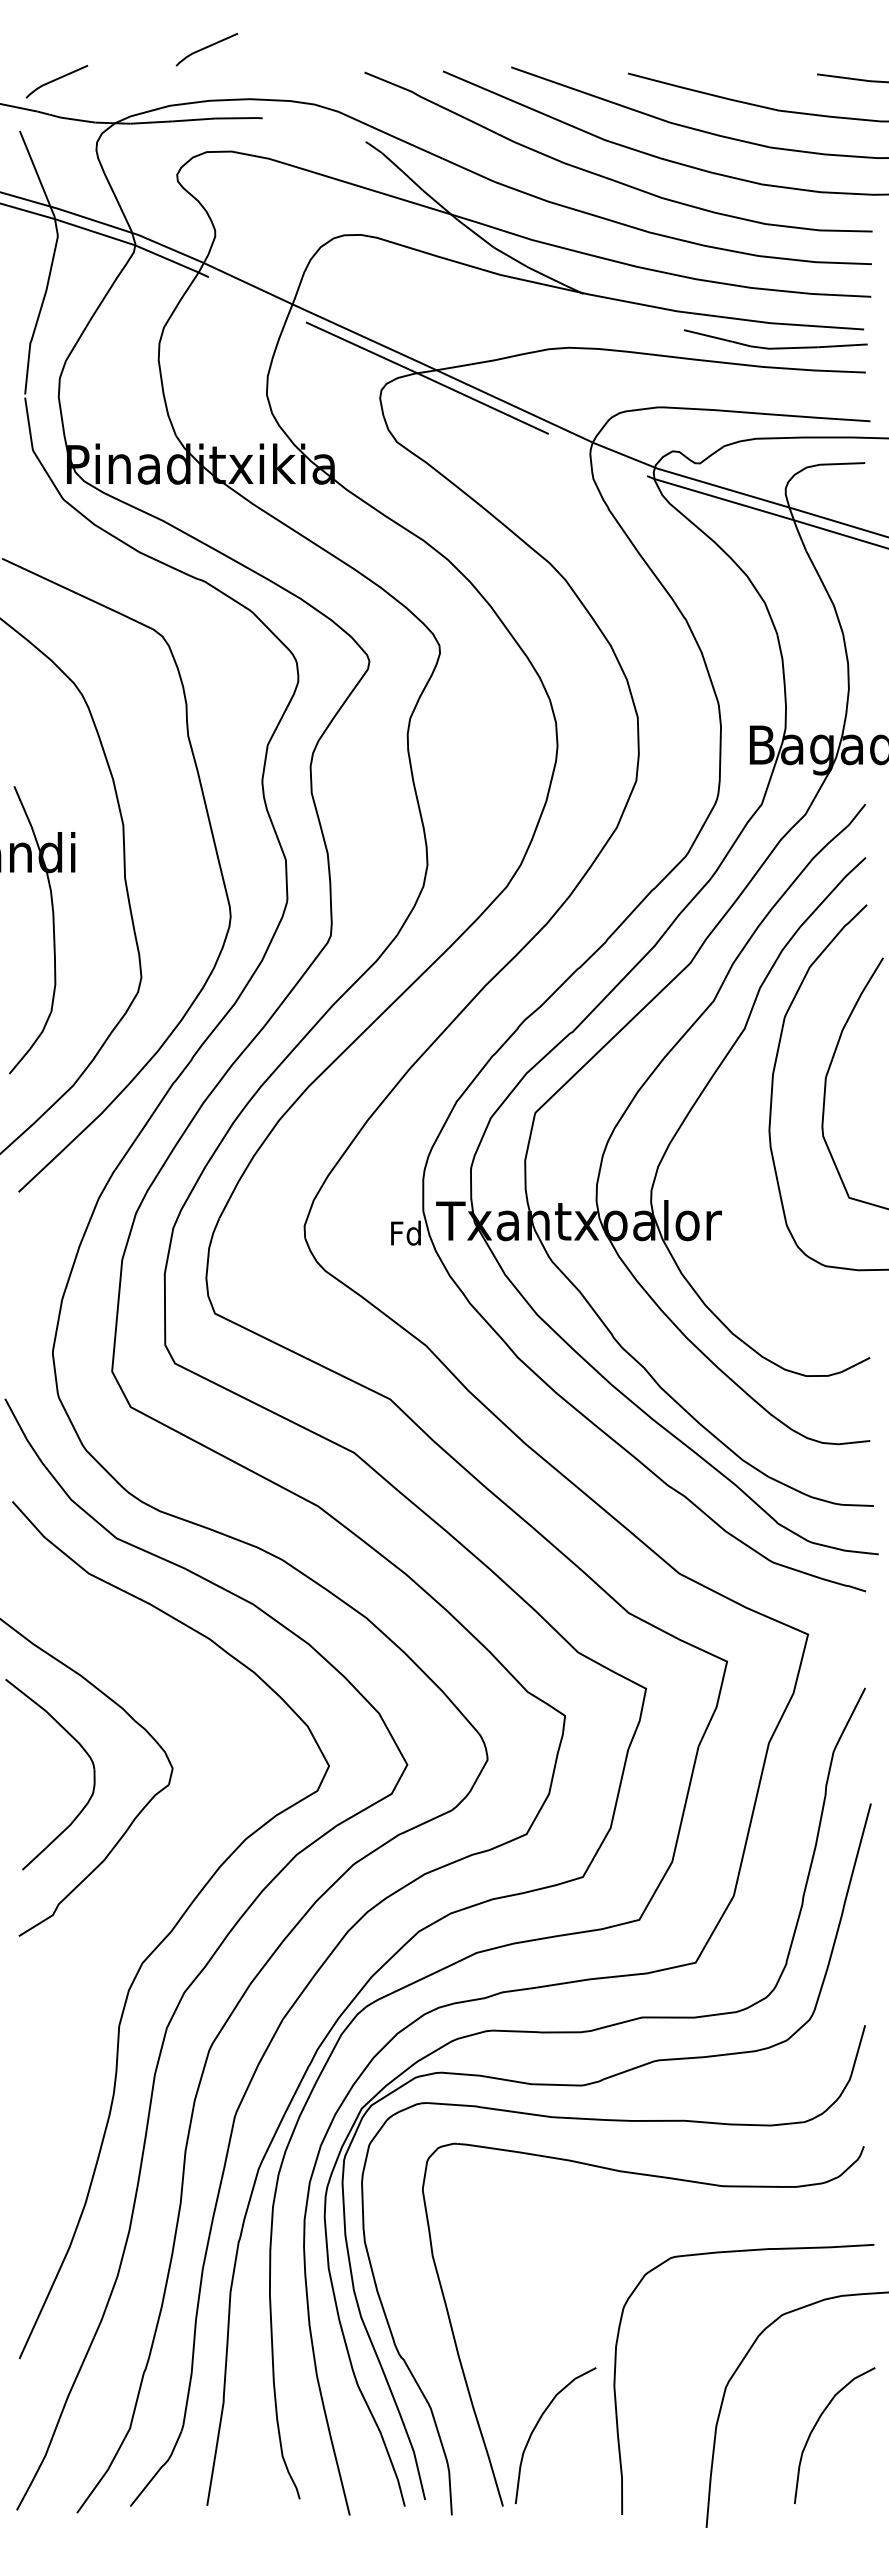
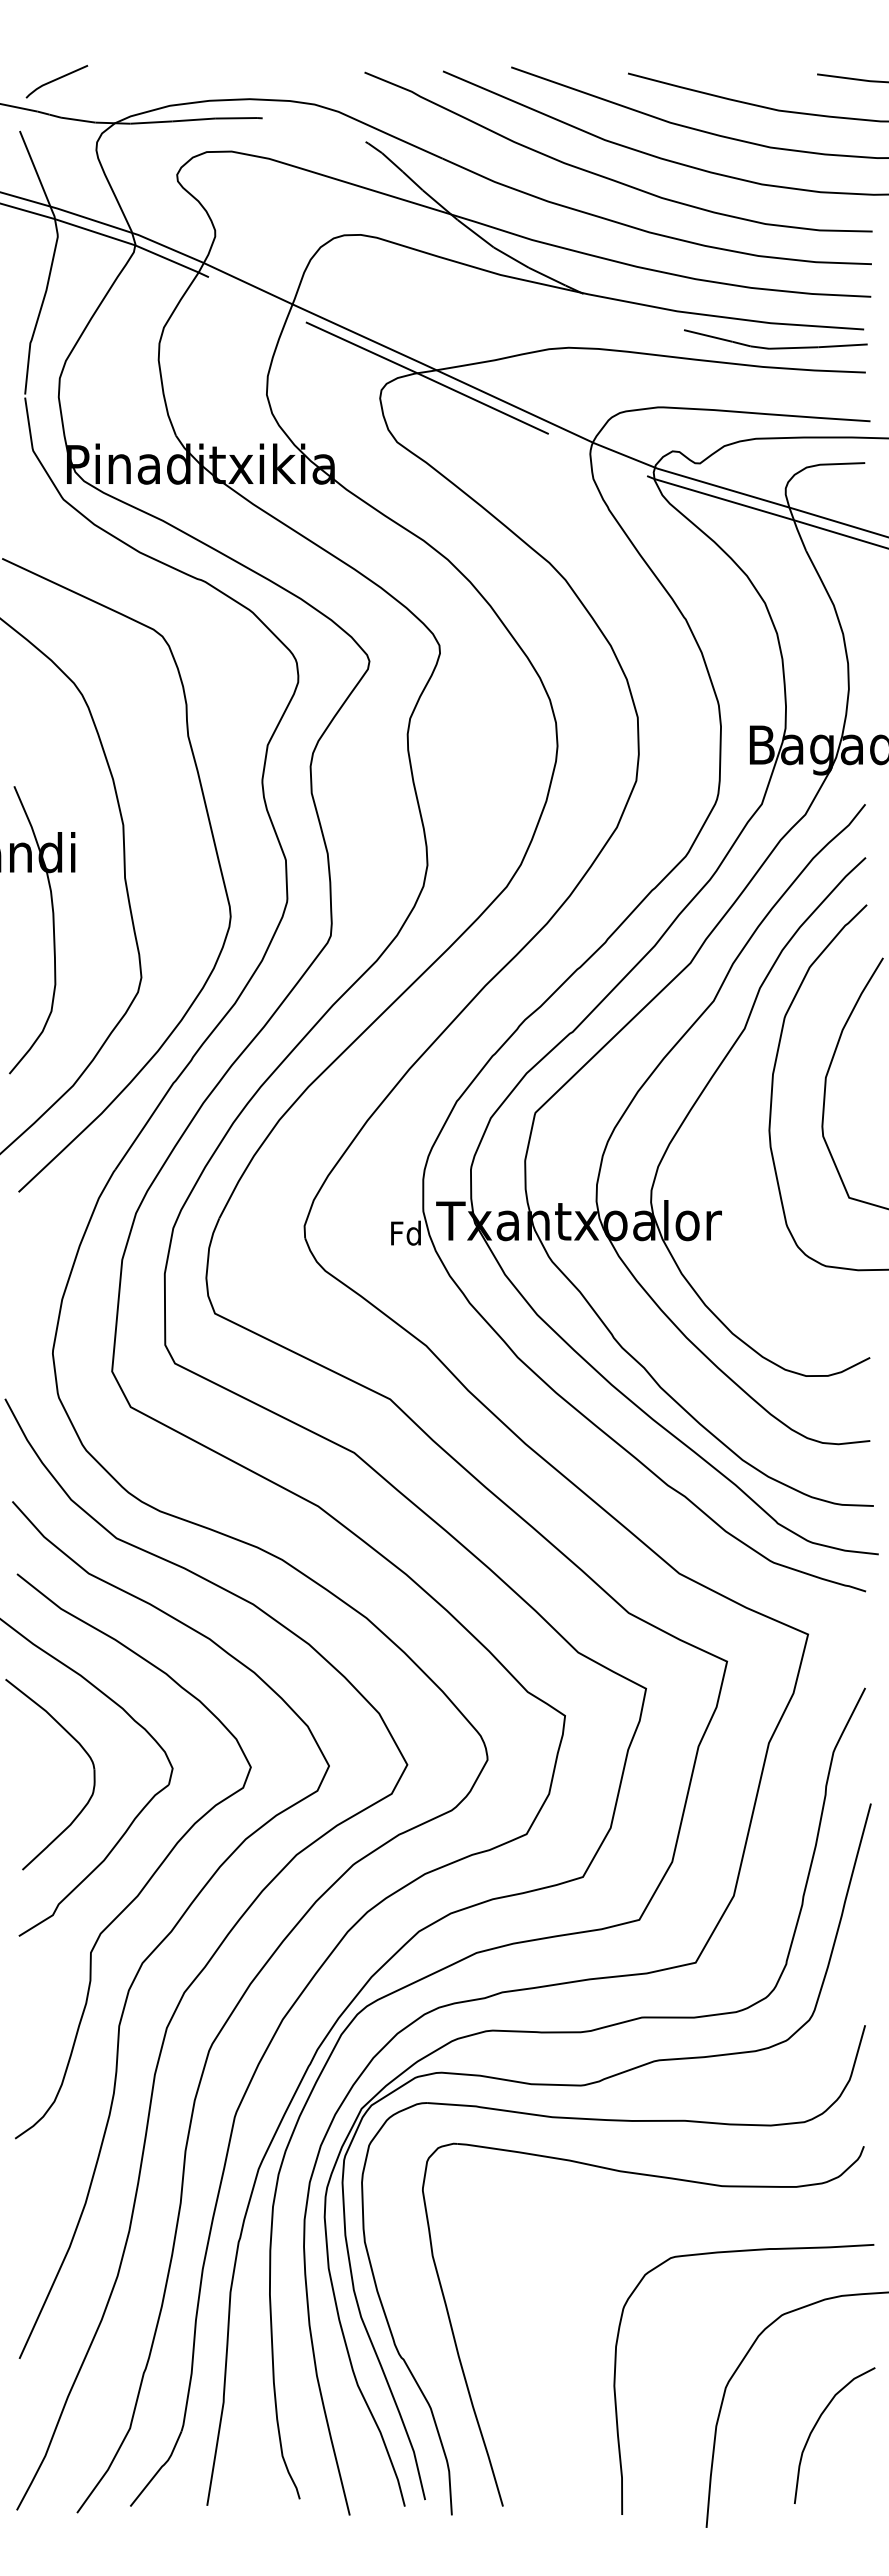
line at (206, 48): present -> none
curve at (153, 1872): none -> present
curve at (537, 2425): present -> none
